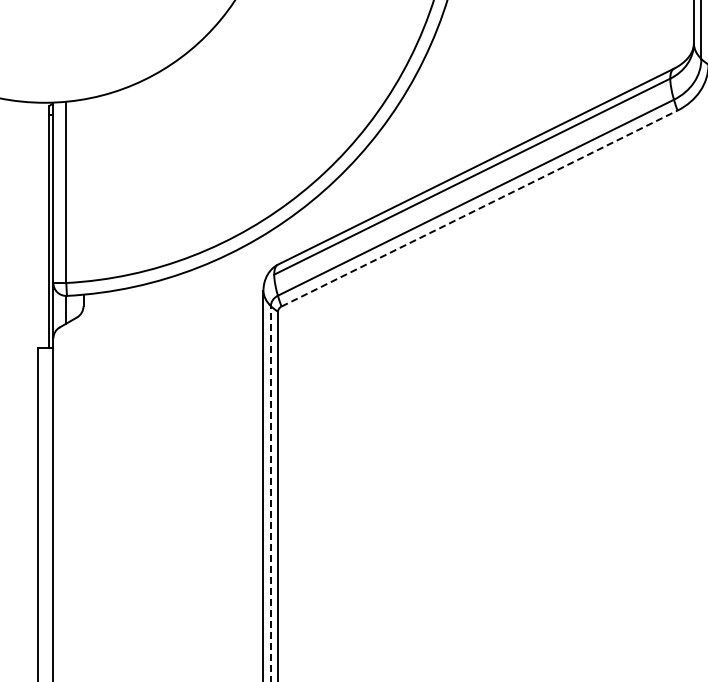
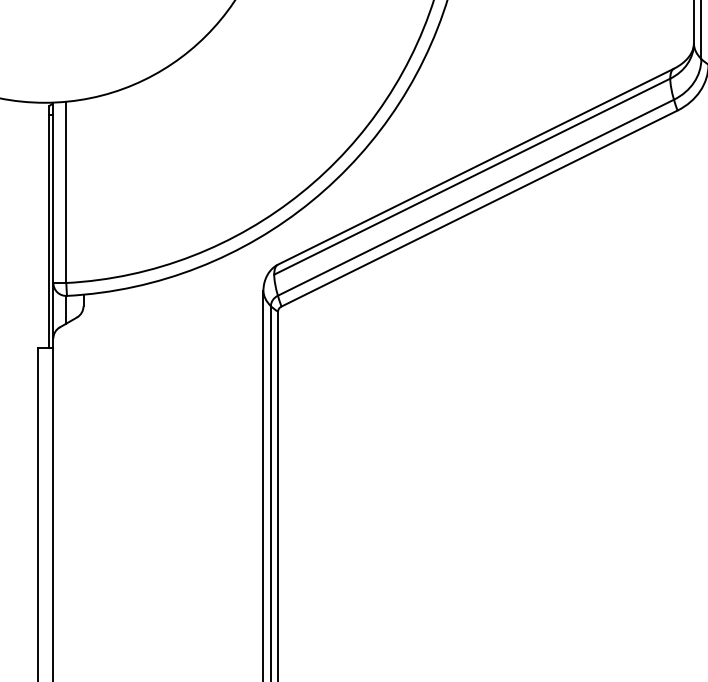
line at (479, 208): dashed -> solid
line at (270, 493): dashed -> solid
